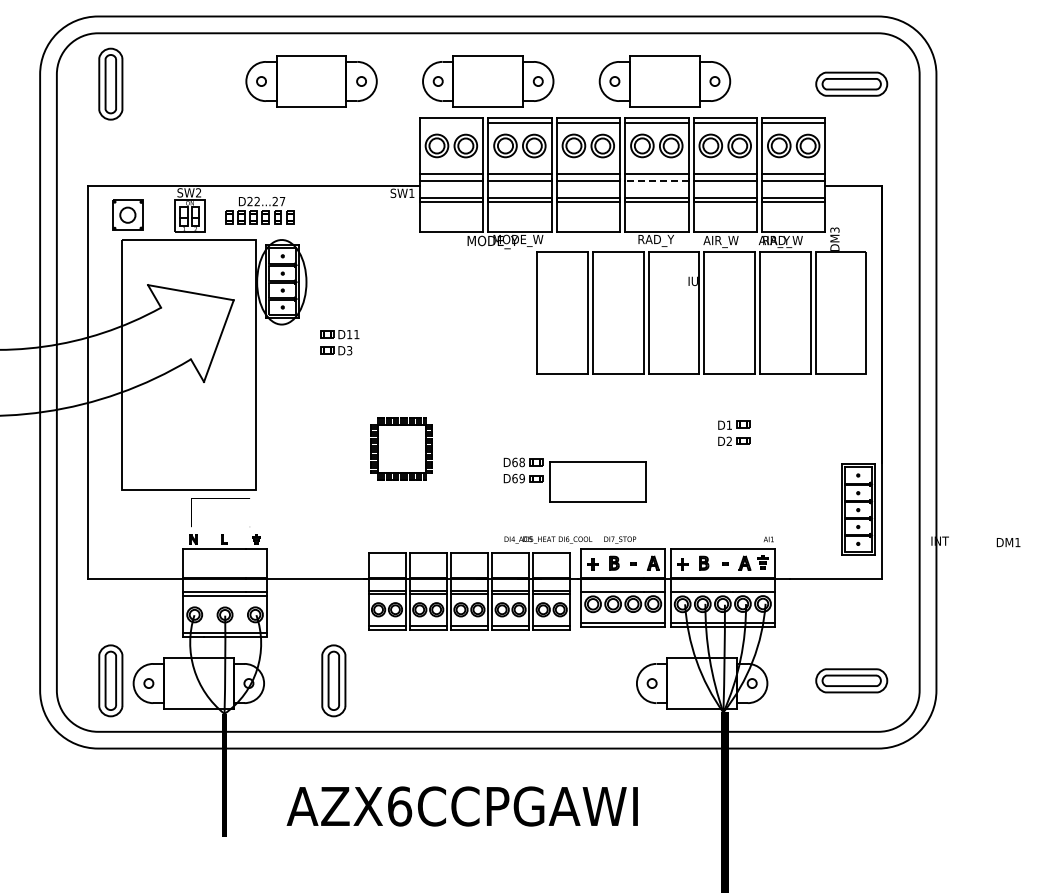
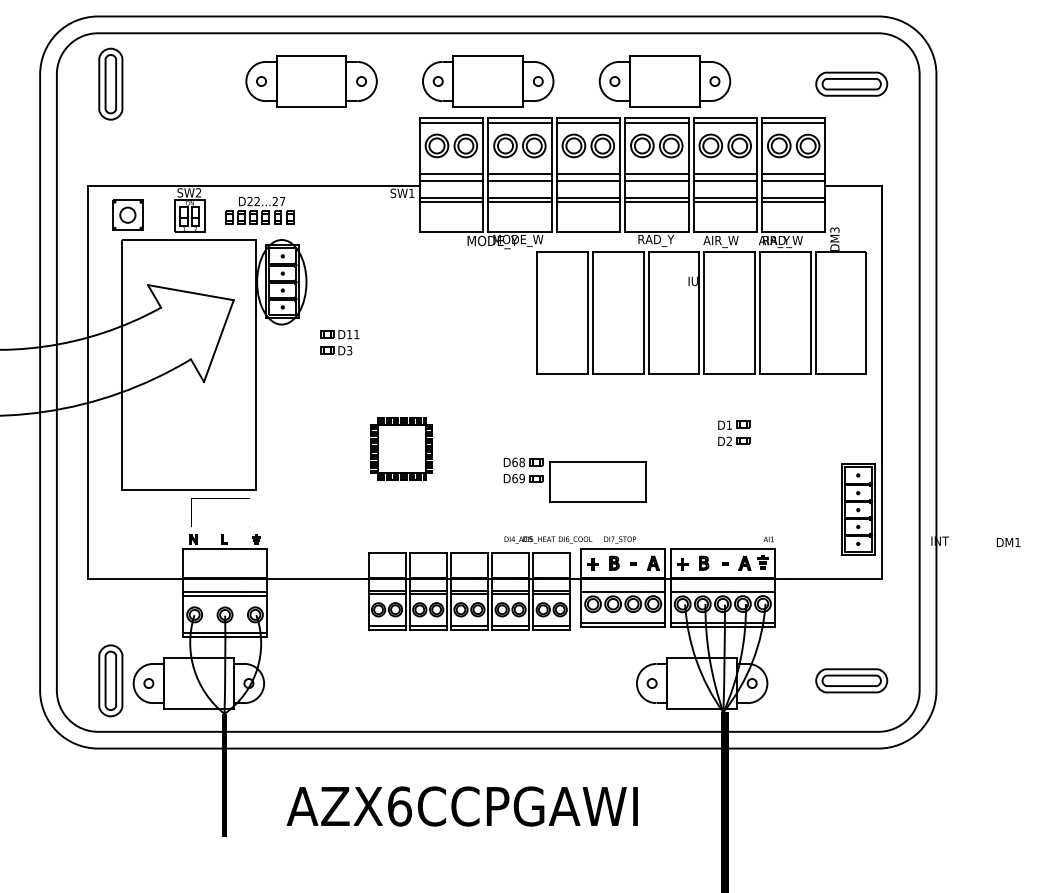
line at (451, 123): none -> present
line at (656, 180): dashed -> solid
part at (333, 680): present -> none
